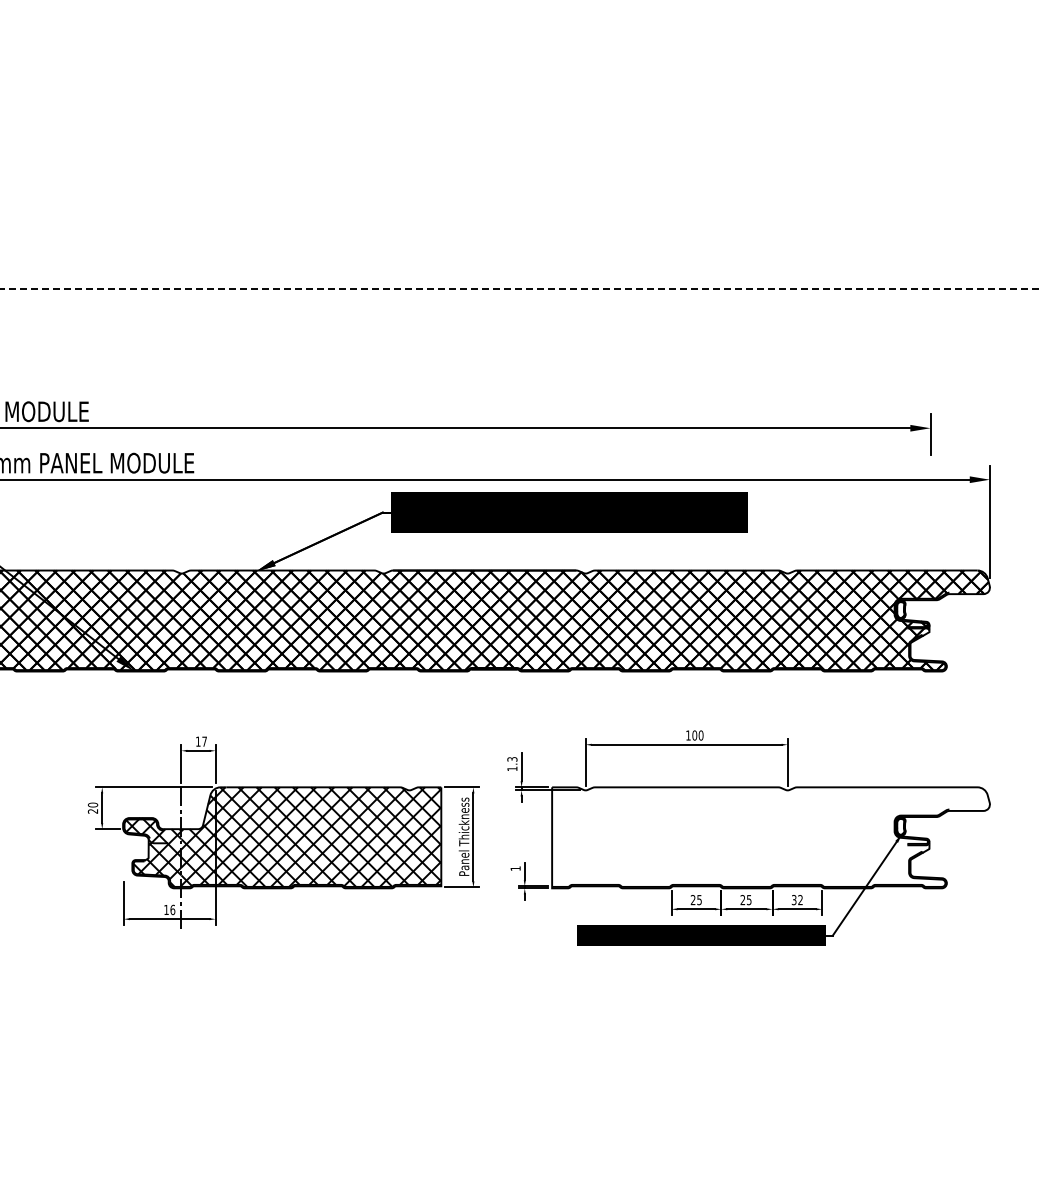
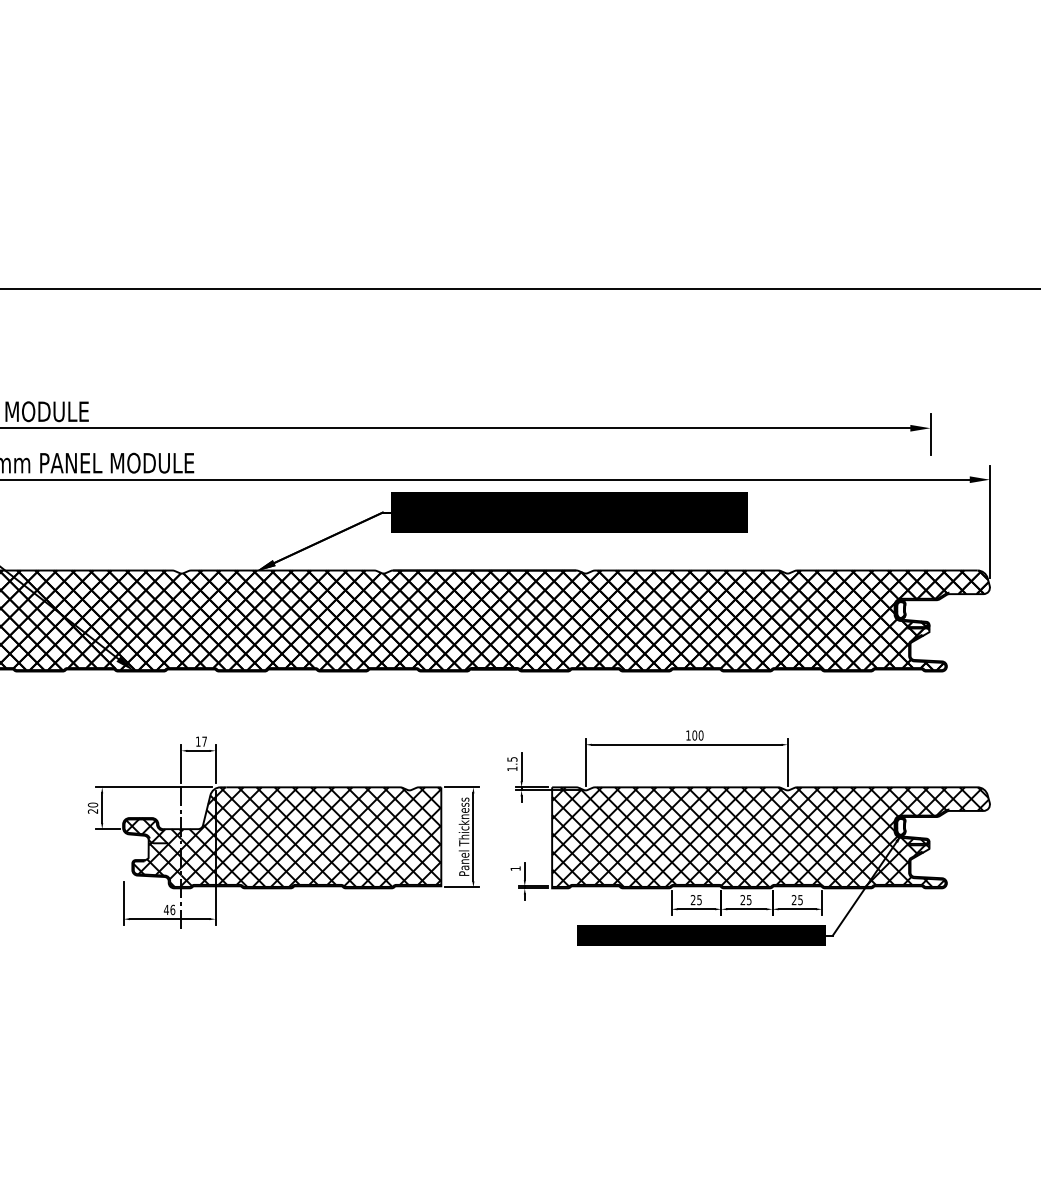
line at (520, 288): dashed -> solid
text at (511, 759): 1.3 -> 1.5
hatch at (770, 836): none -> present
text at (796, 900): 32 -> 25
text at (166, 909): 16 -> 46
